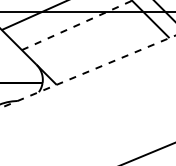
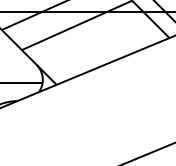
line at (77, 25): dashed -> solid
line at (87, 72): dashed -> solid
